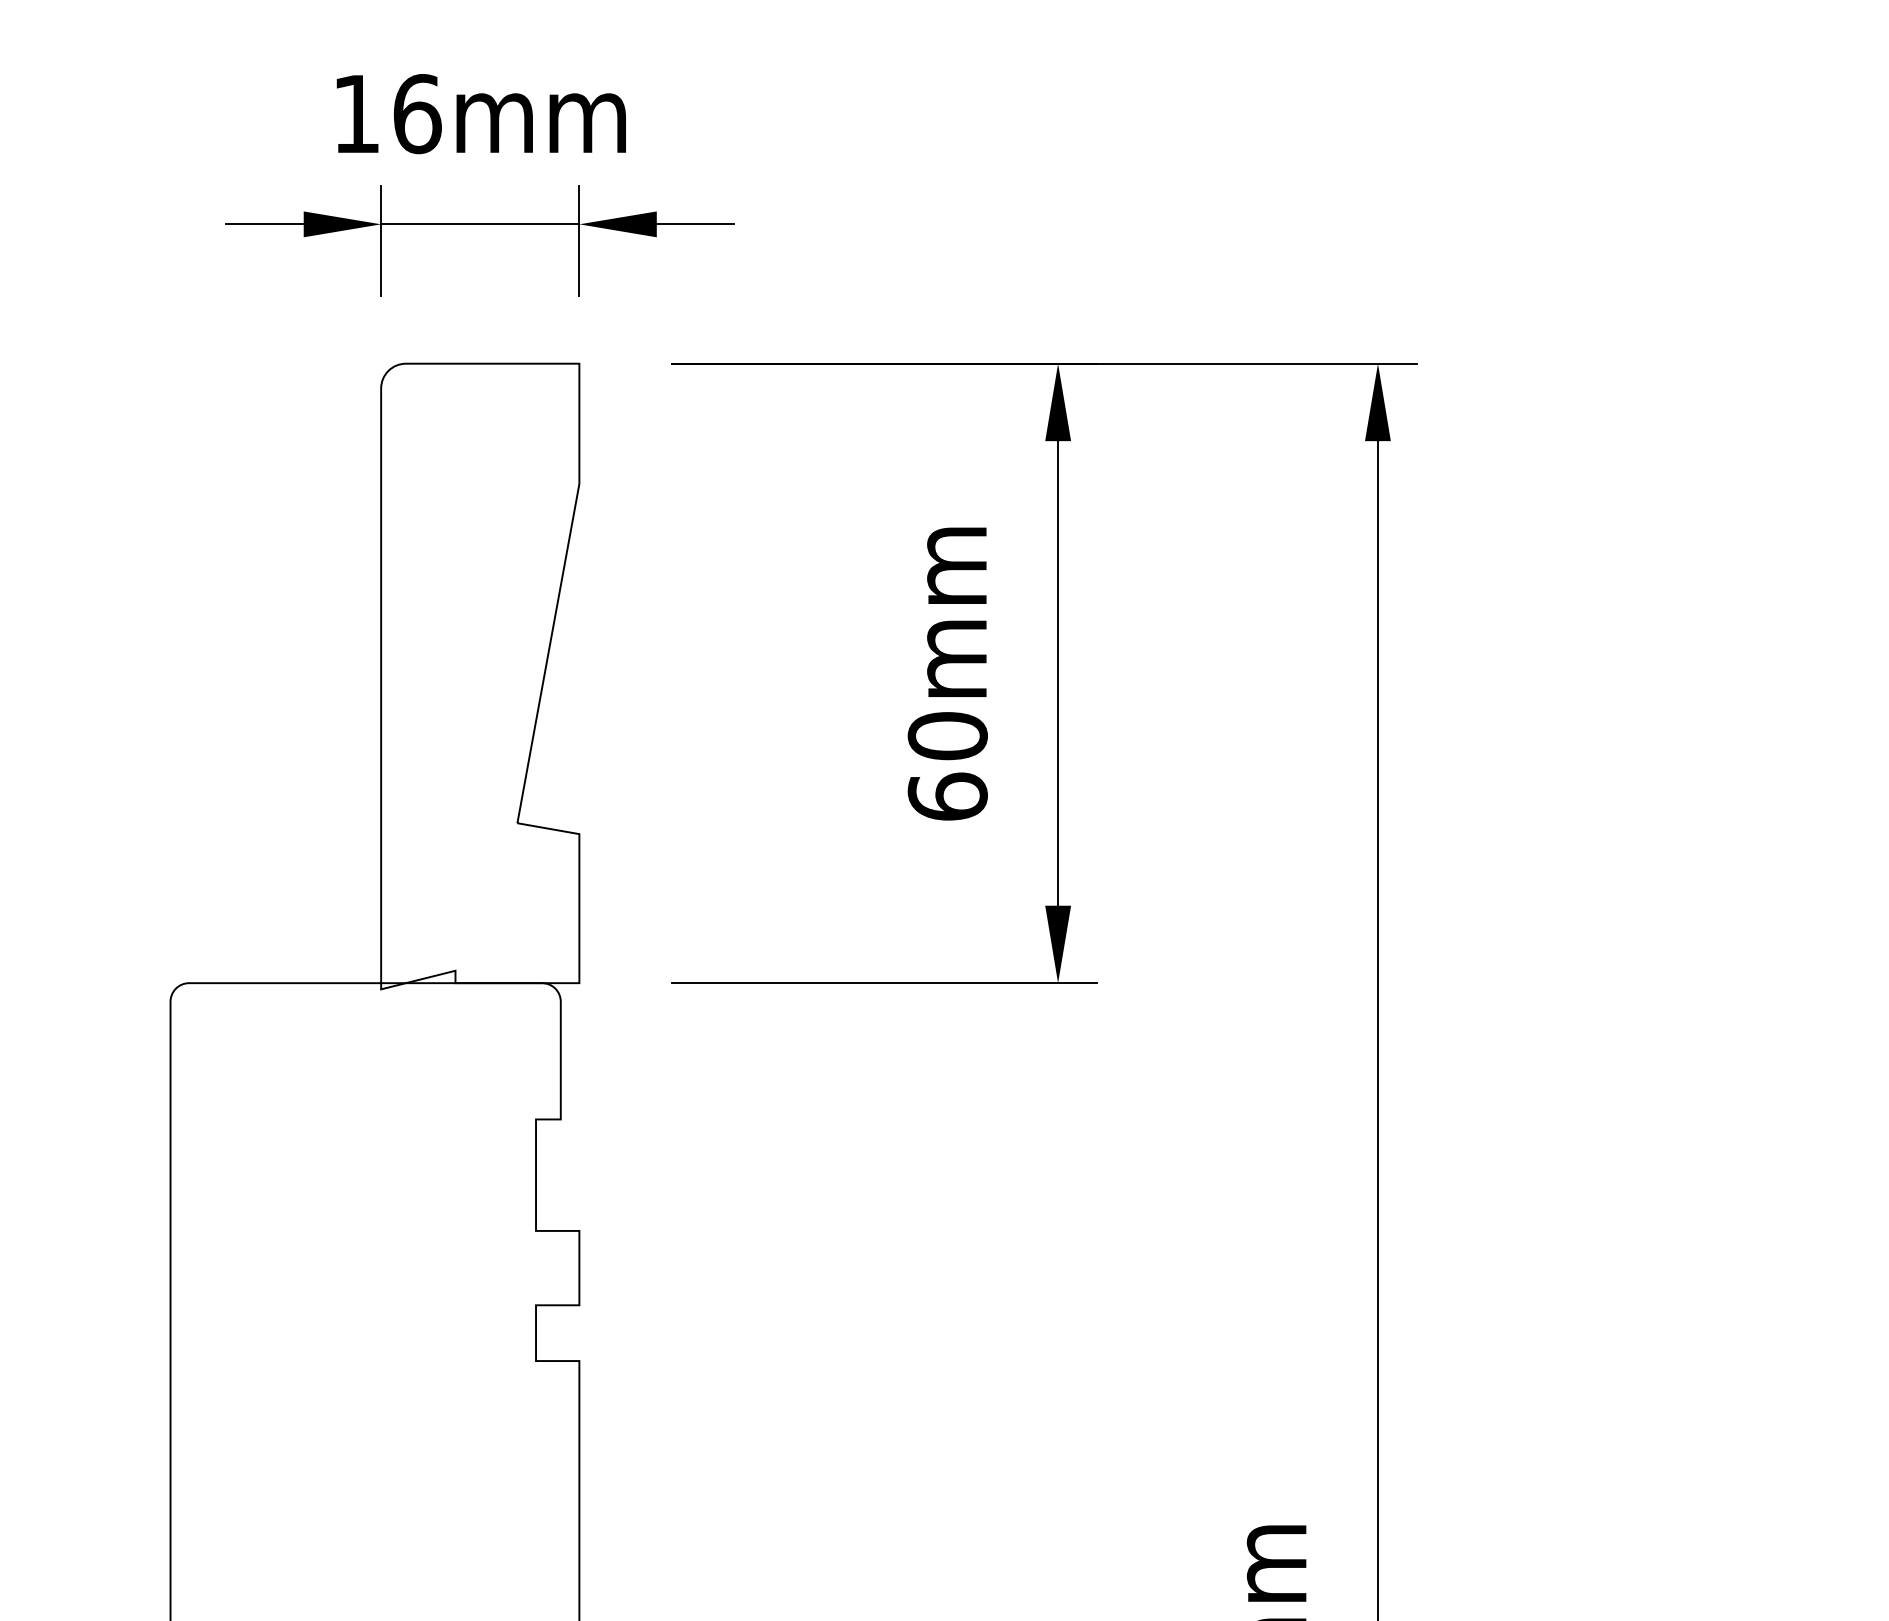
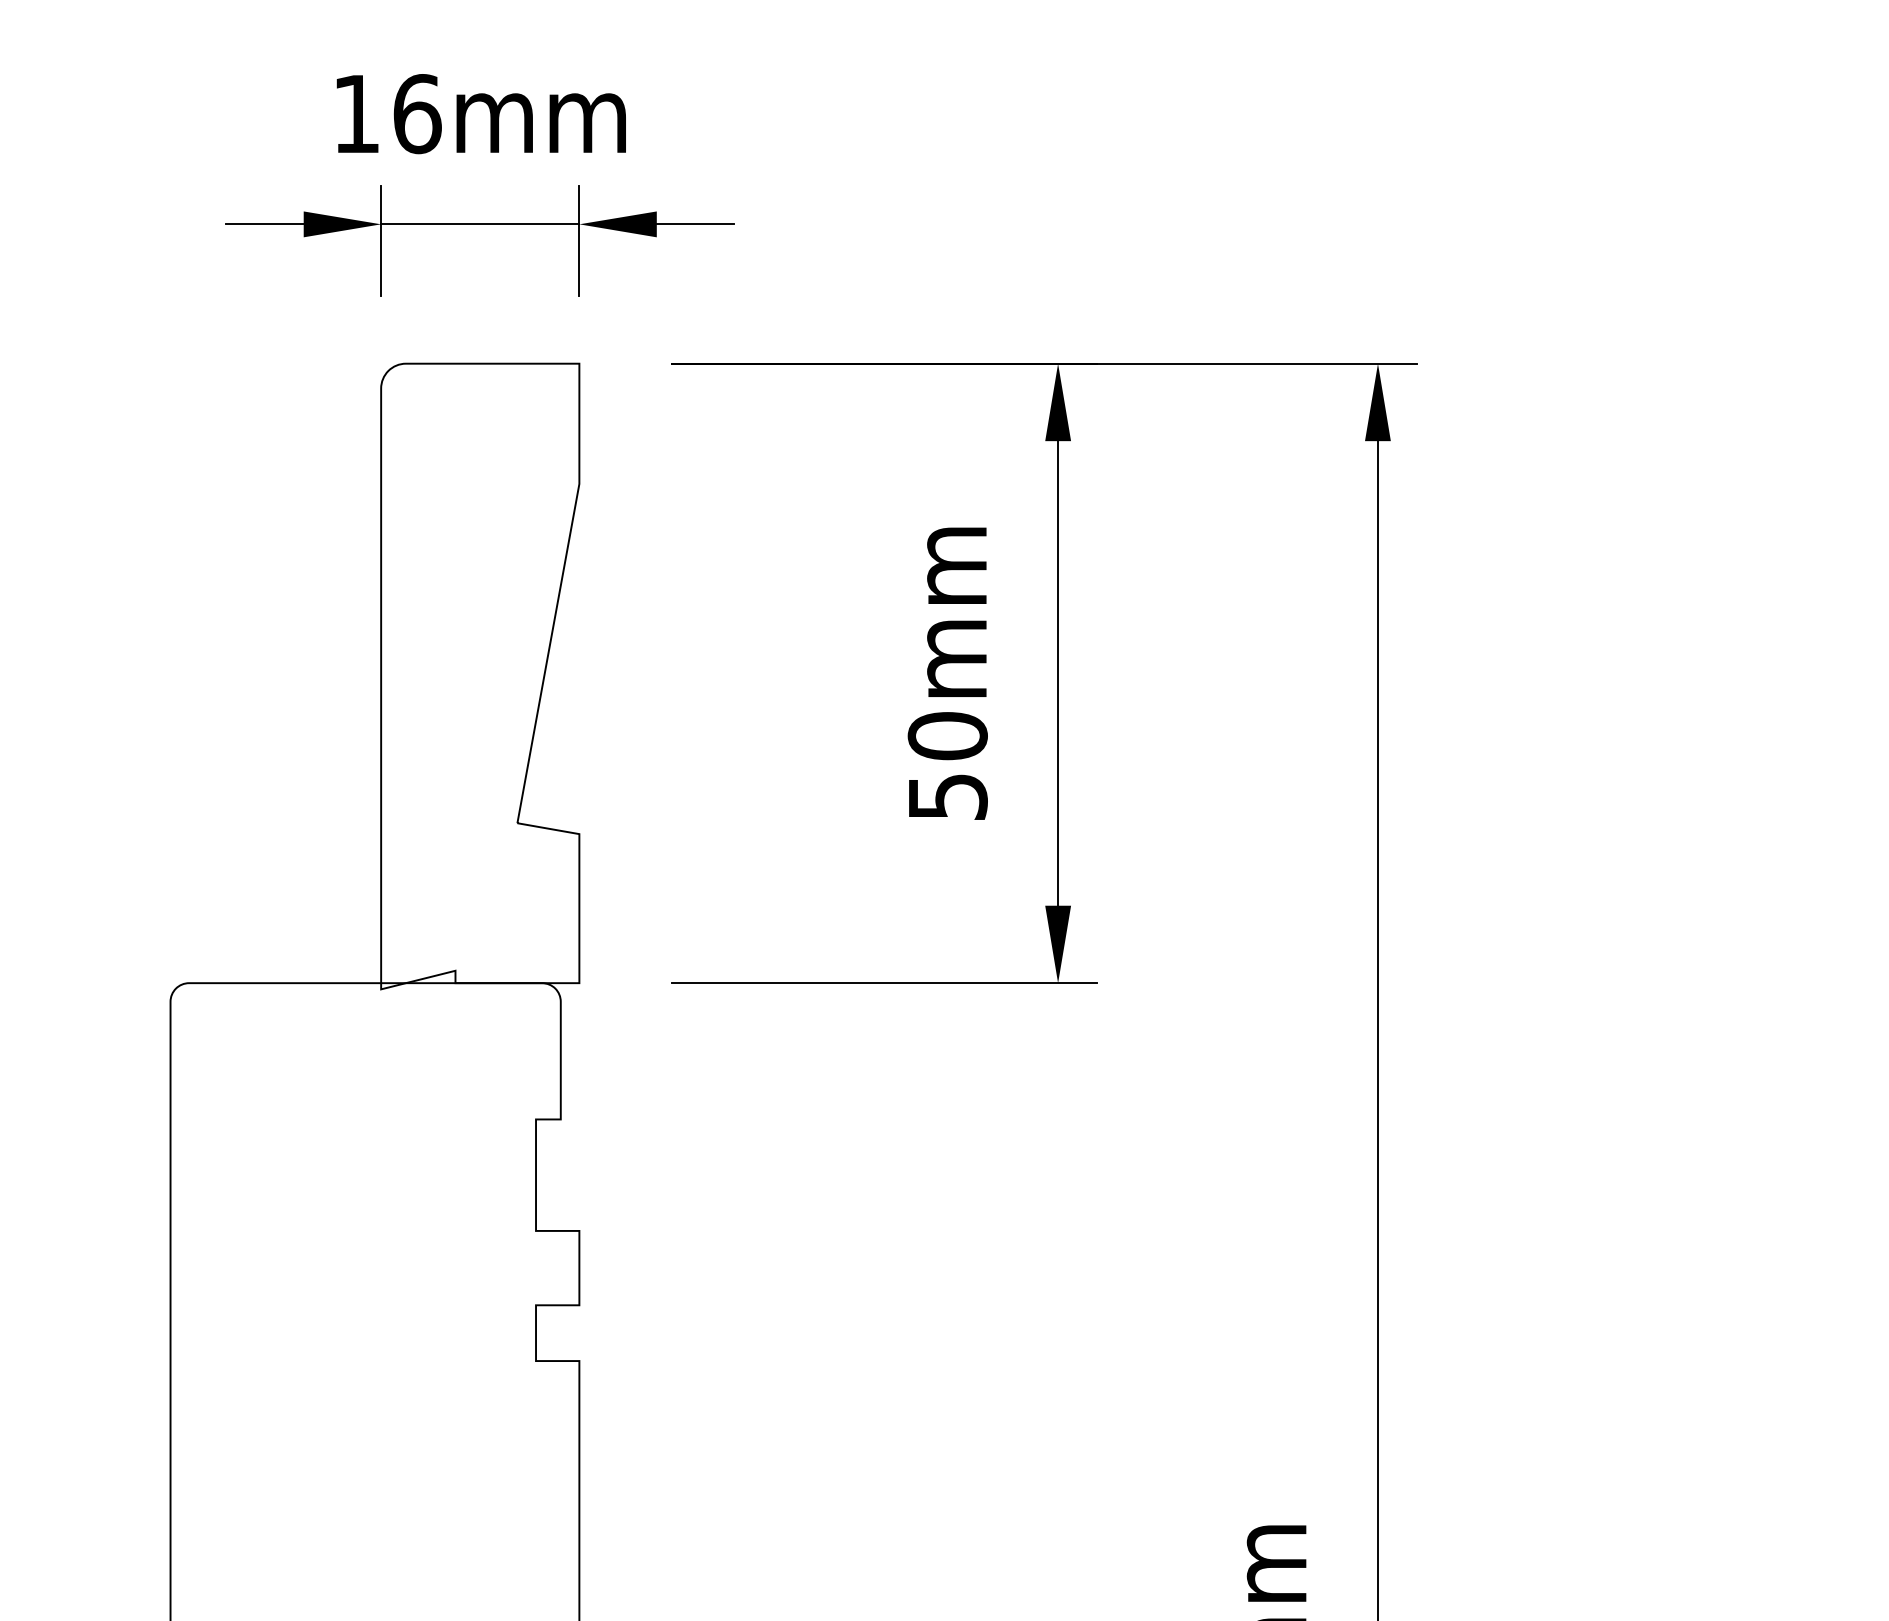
text at (947, 796): 60mm -> 50mm
